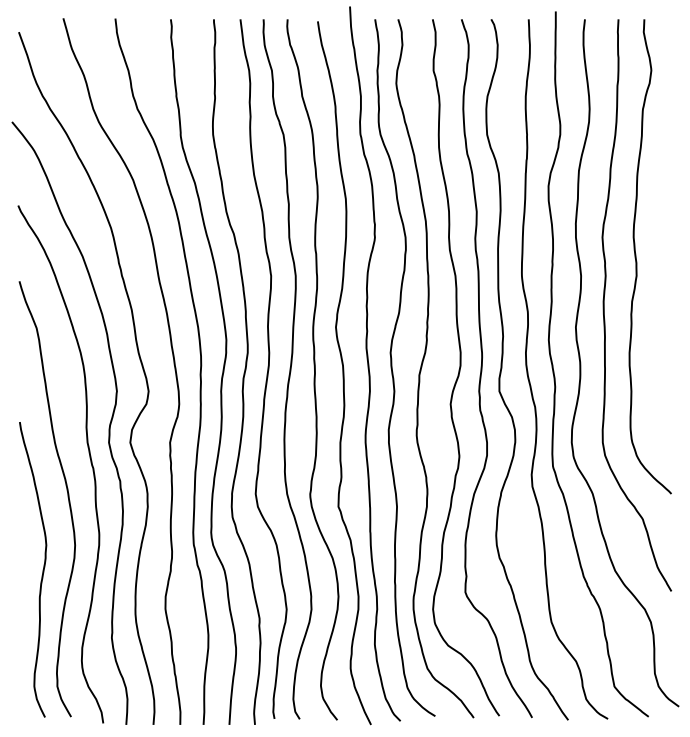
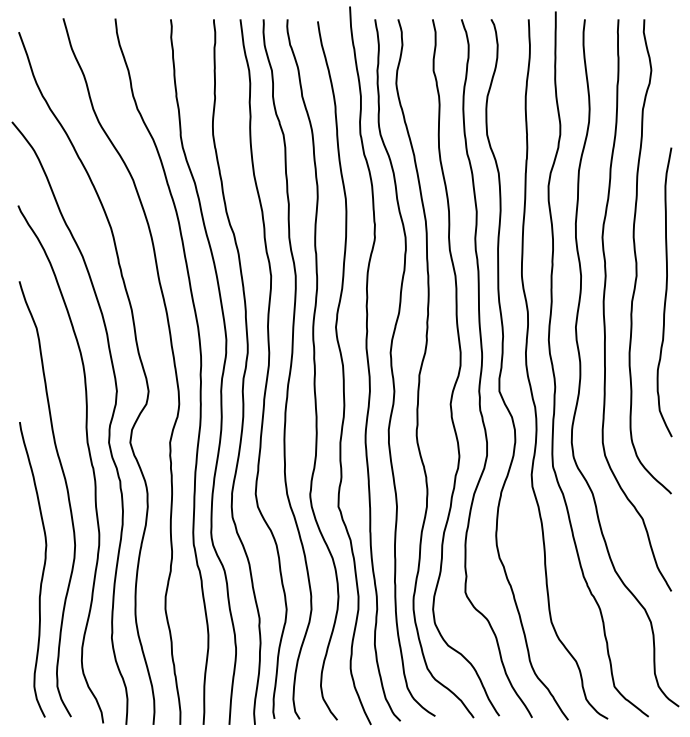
curve at (665, 292): none -> present
